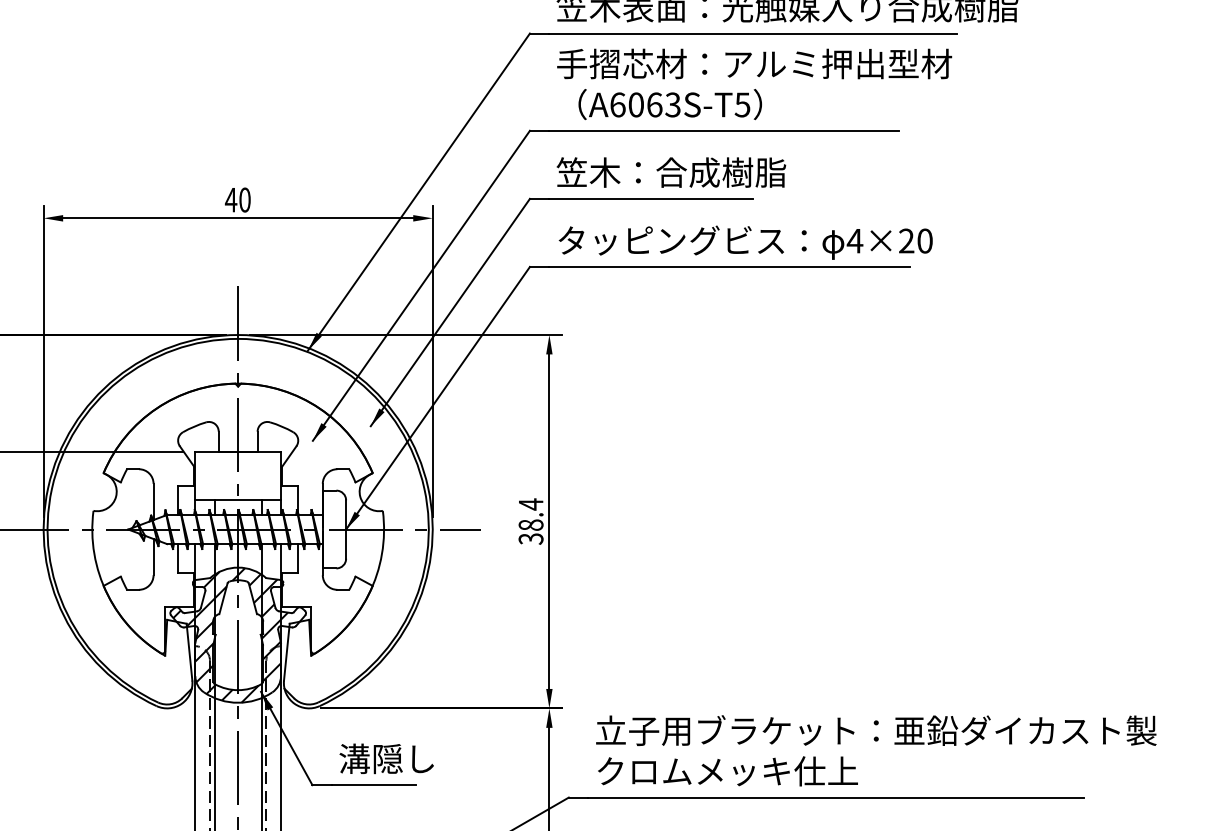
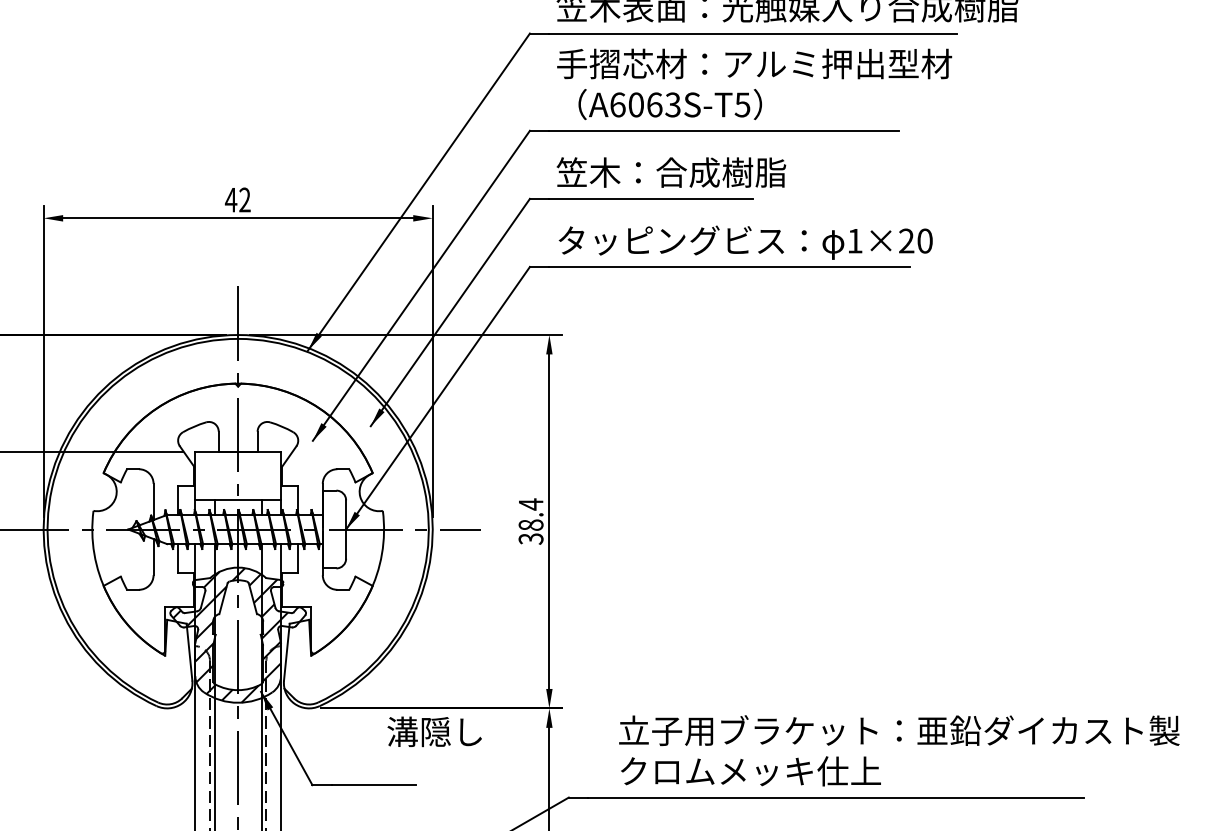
text at (244, 199): 40 -> 42
text at (854, 241): 4×20 -> 1×20
text at (876, 750) position: (876, 750) -> (899, 750)
text at (386, 758) position: (386, 758) -> (434, 731)
